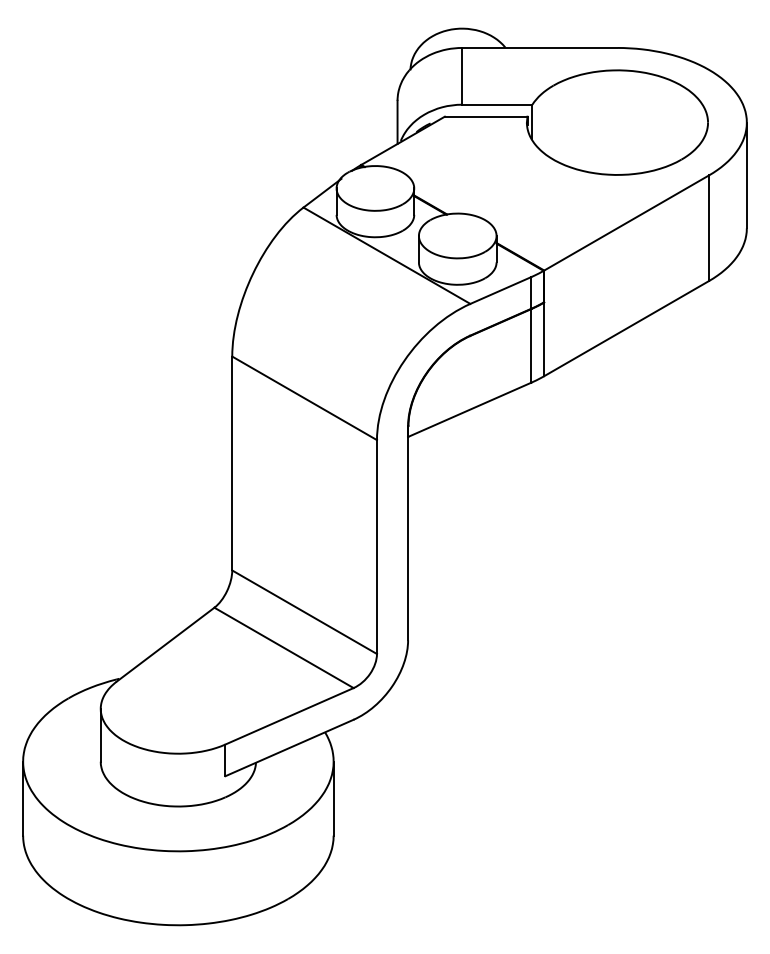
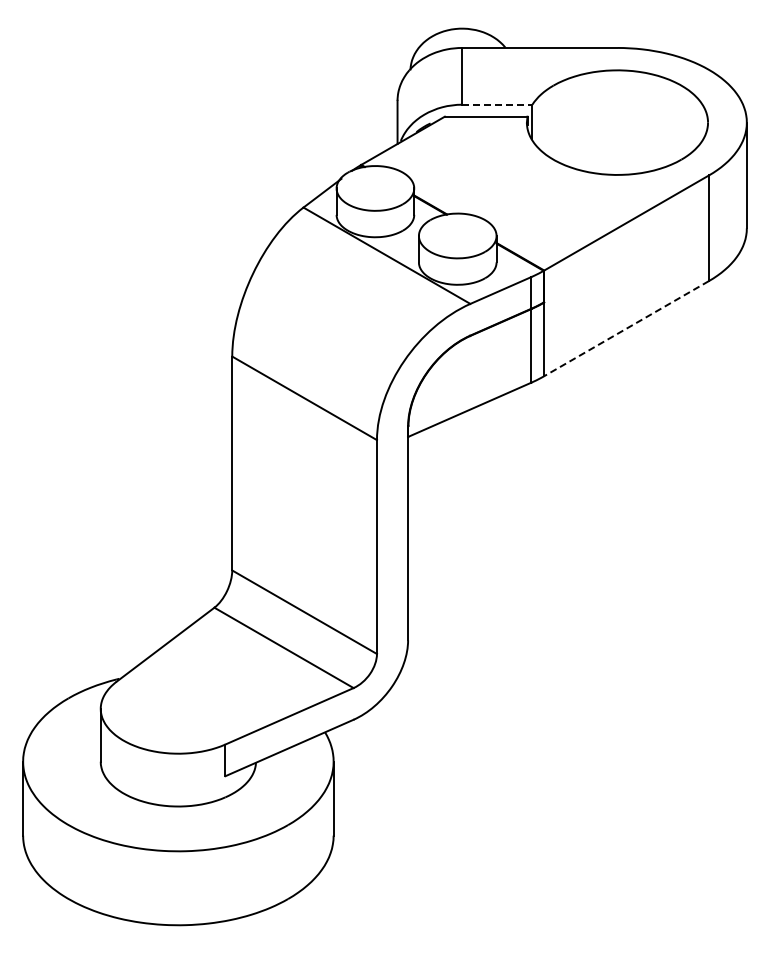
line at (497, 104): solid -> dashed
line at (626, 328): solid -> dashed
